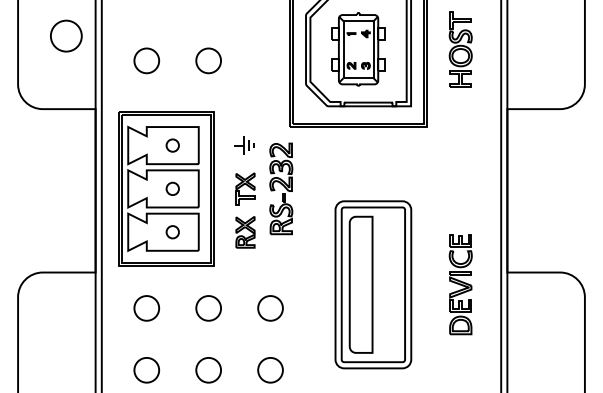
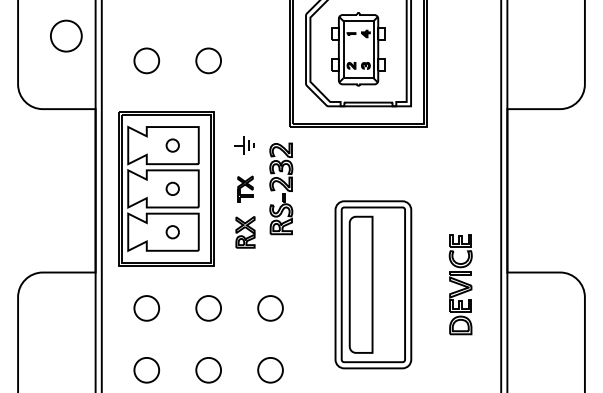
part at (460, 49): present -> none
part at (245, 188) size: 21x34 px -> 17x28 px
